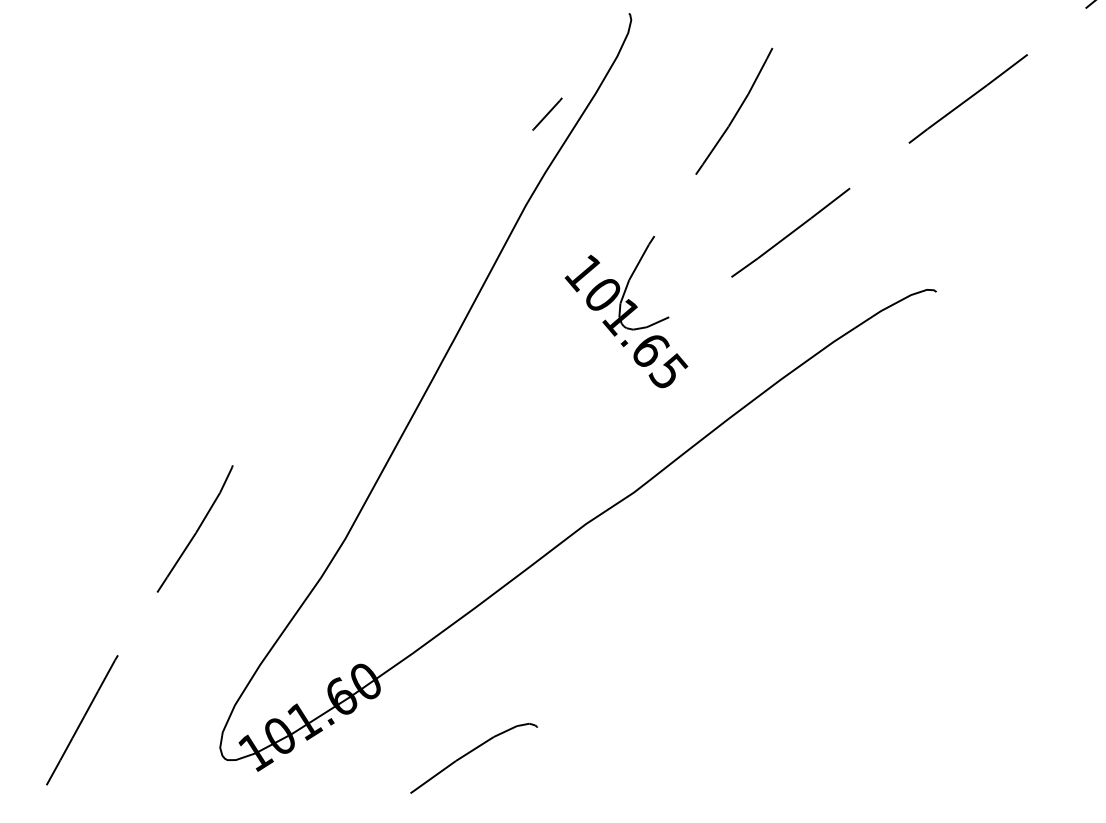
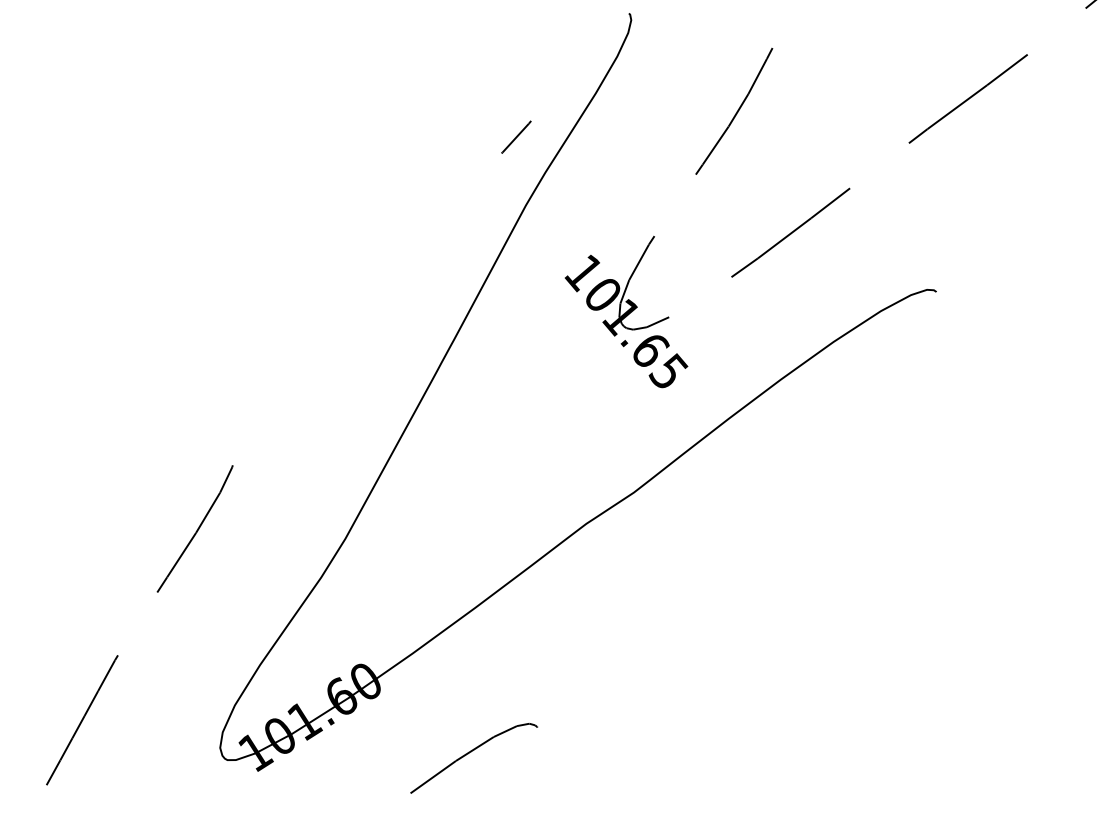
line at (547, 113) position: (547, 113) -> (516, 136)
